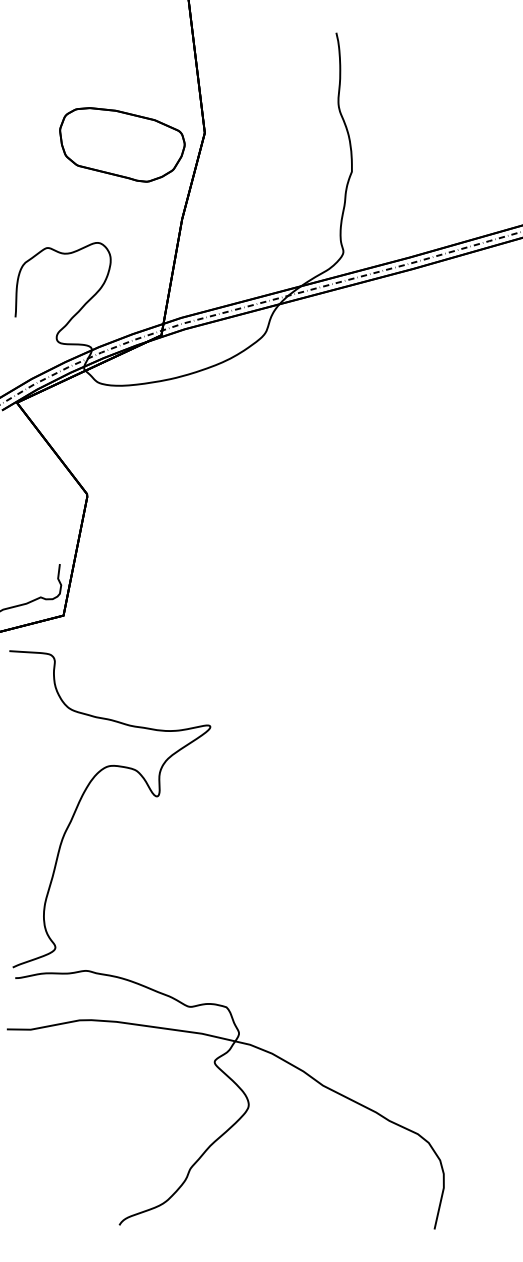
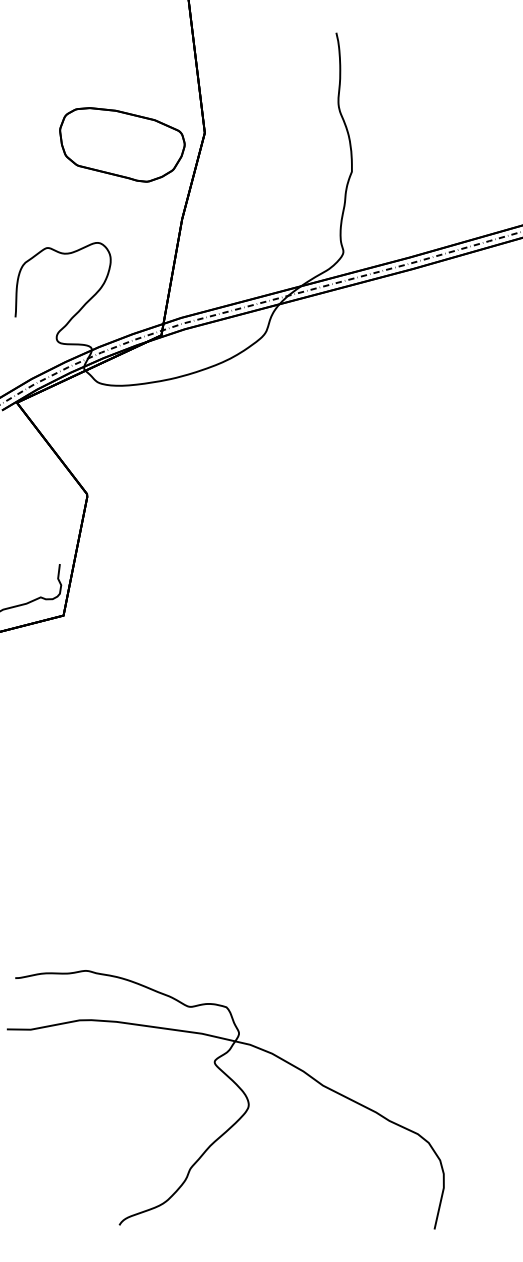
curve at (84, 794): present -> none
